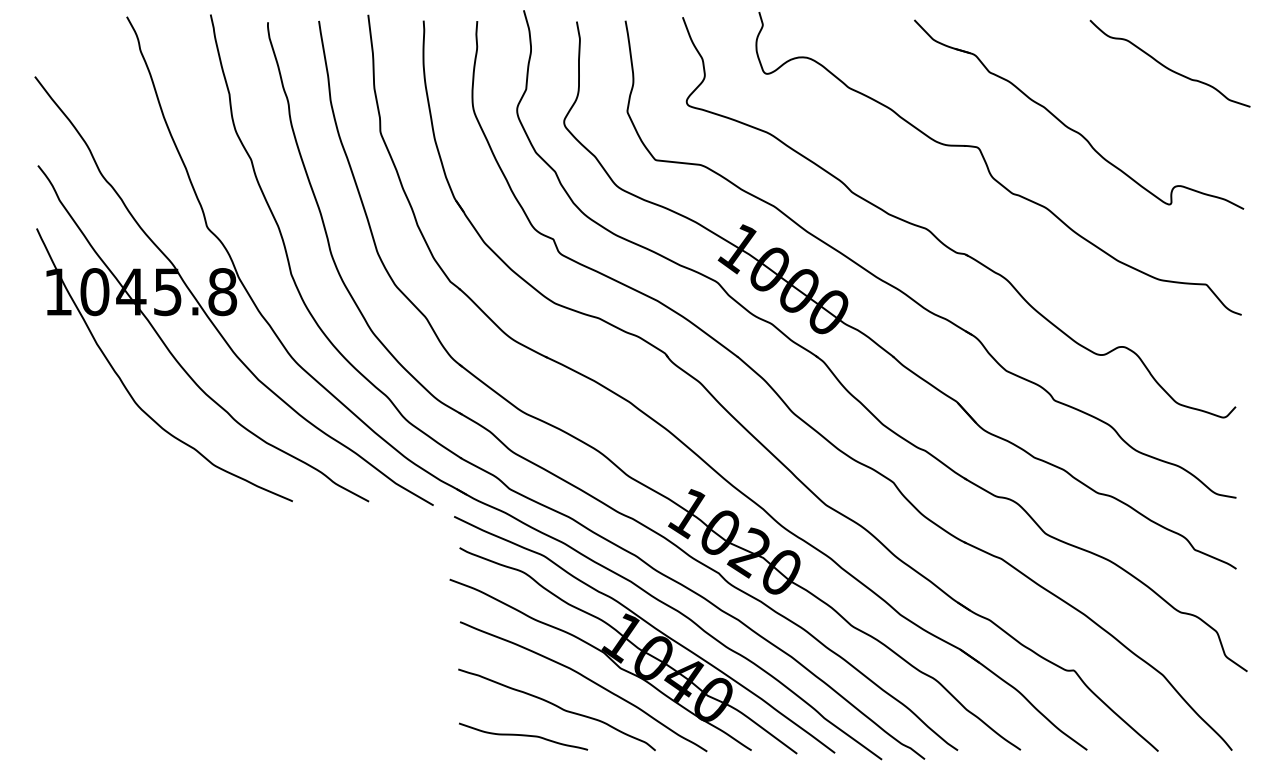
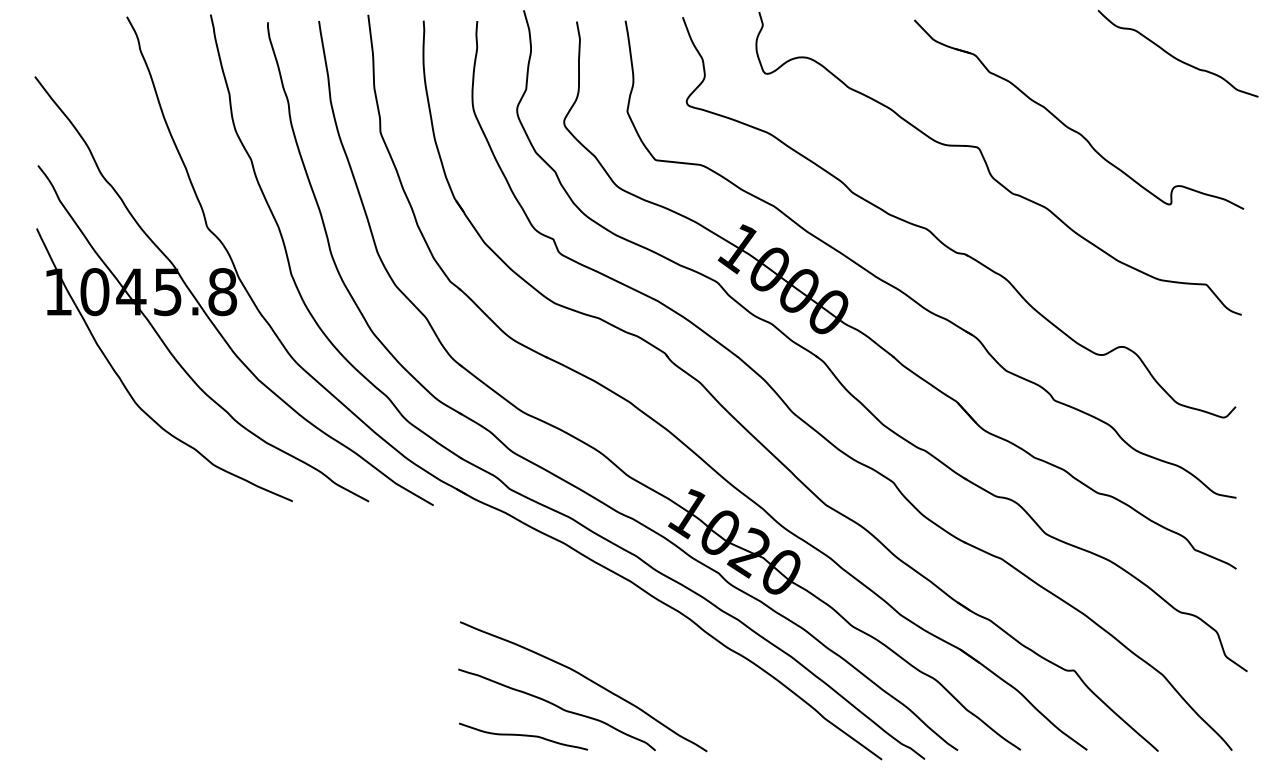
curve at (1168, 67) position: (1168, 67) -> (1176, 57)
part at (642, 635): present -> none
